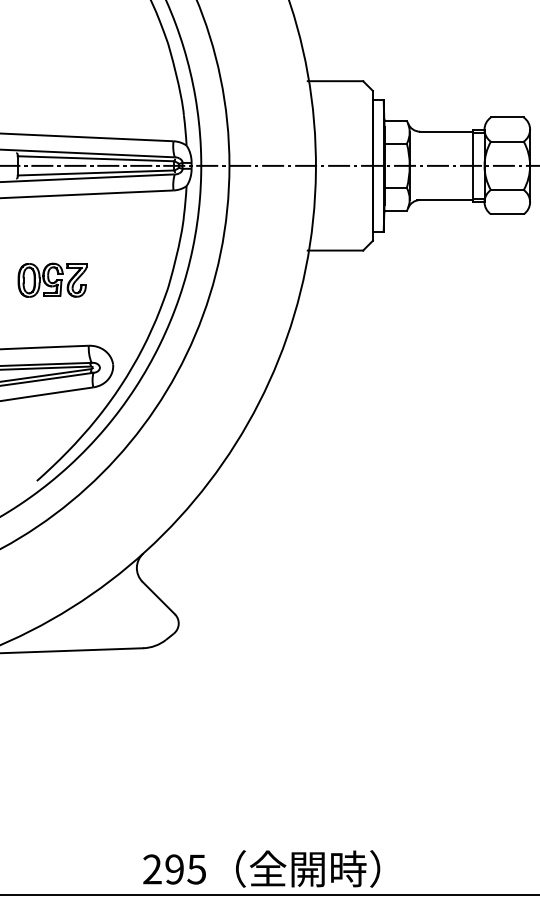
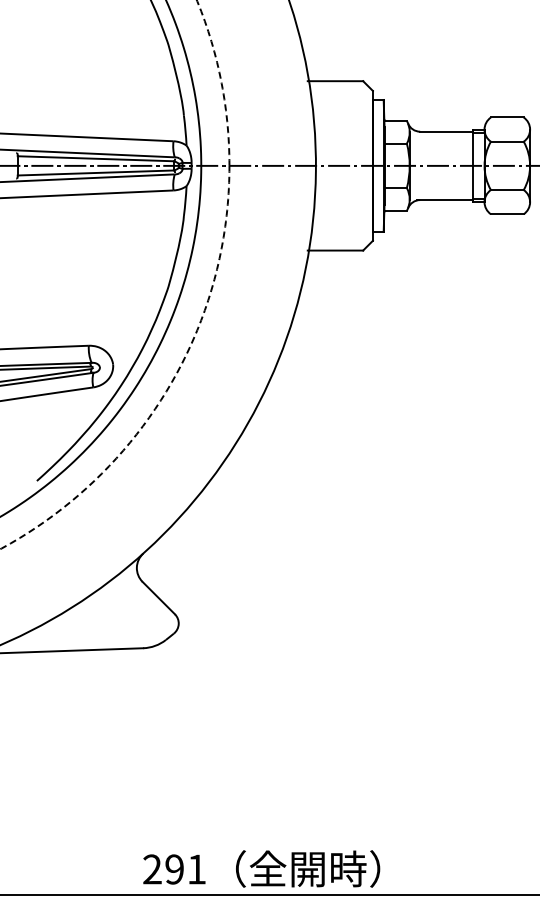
circle at (114, 274): solid -> dashed
part at (52, 279): present -> none
text at (196, 869): 295 -> 291
